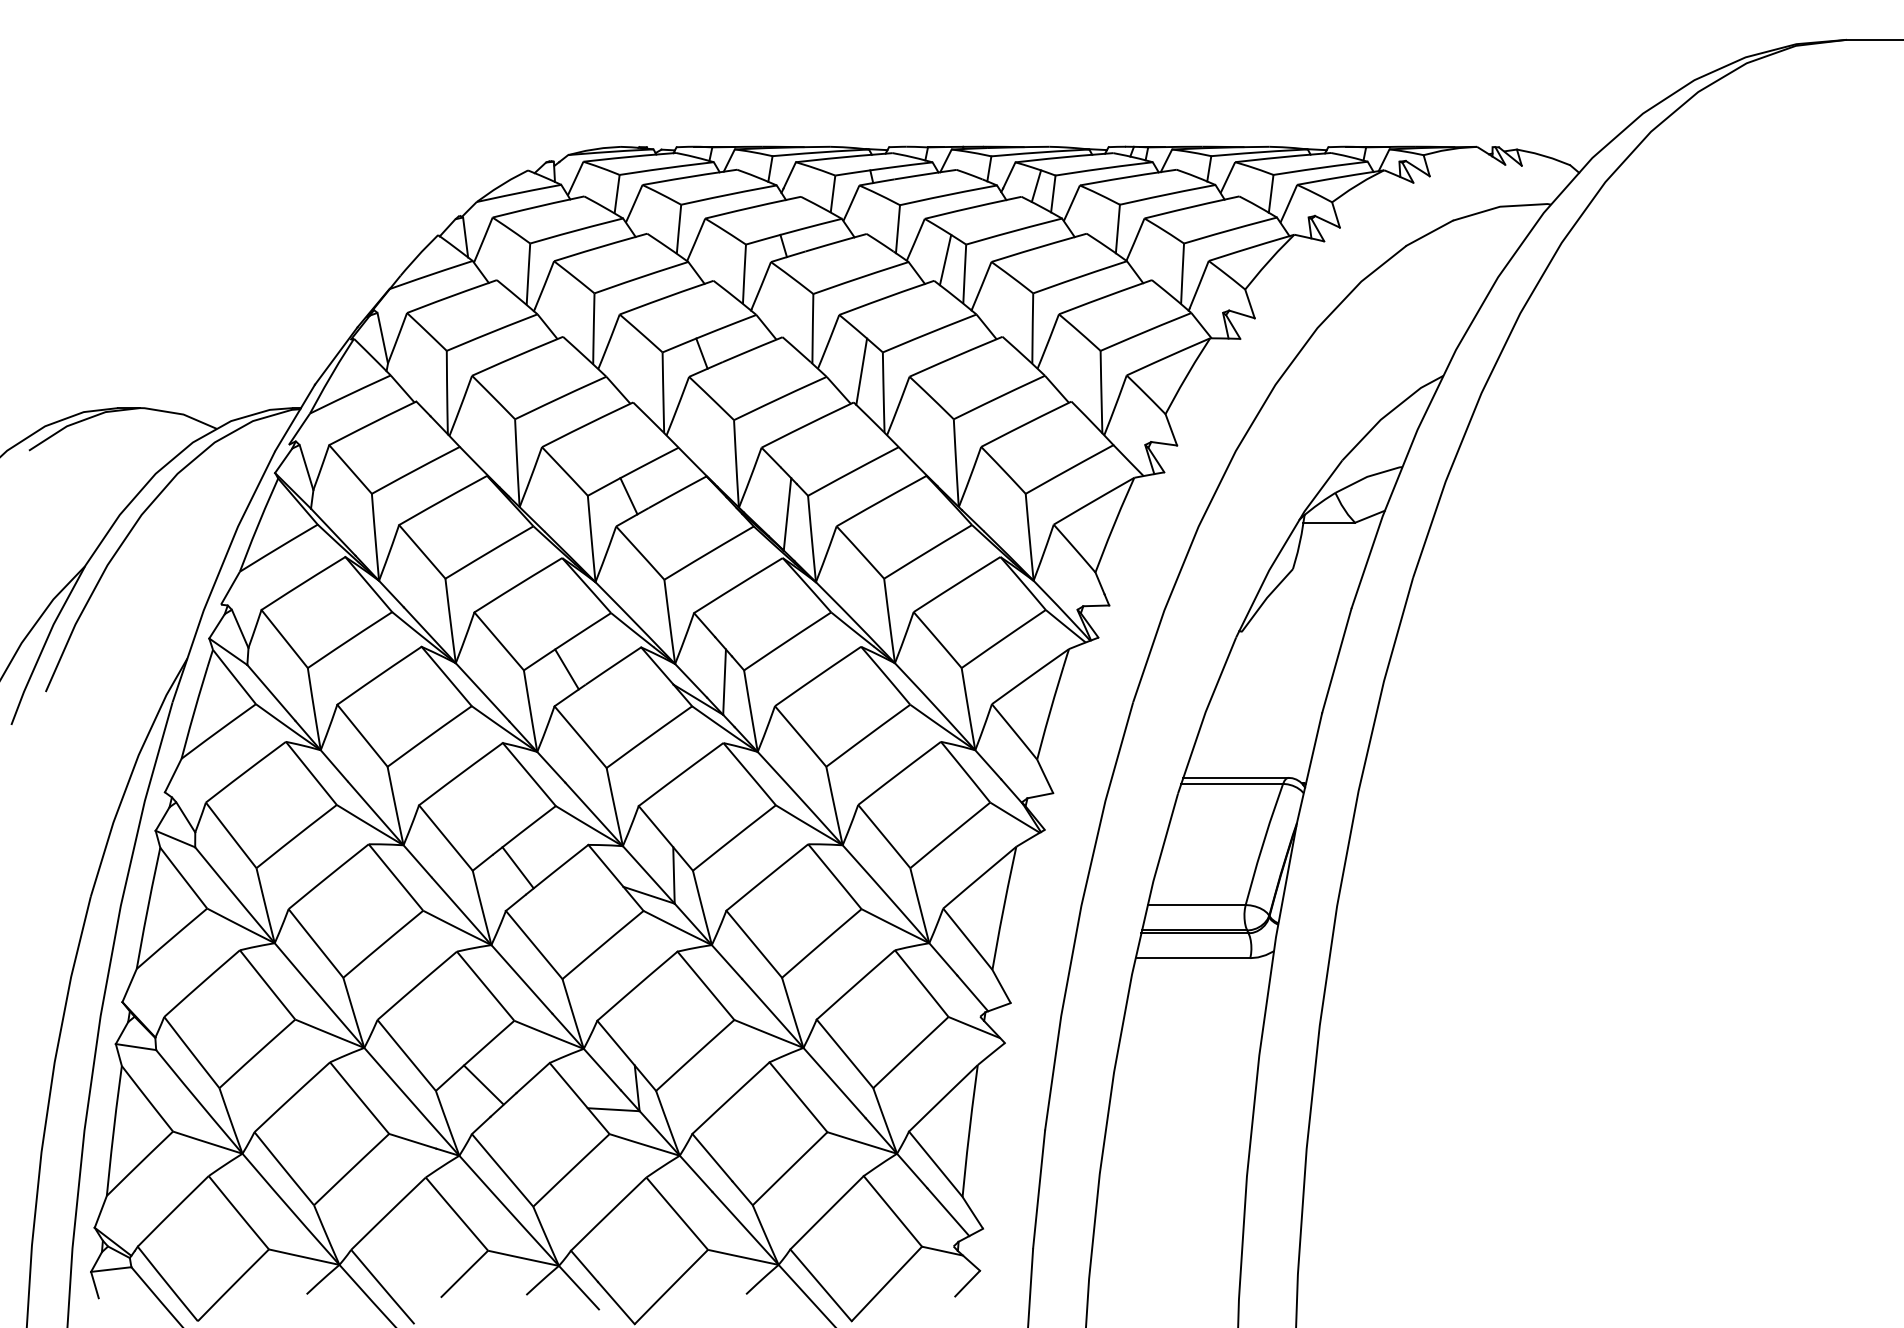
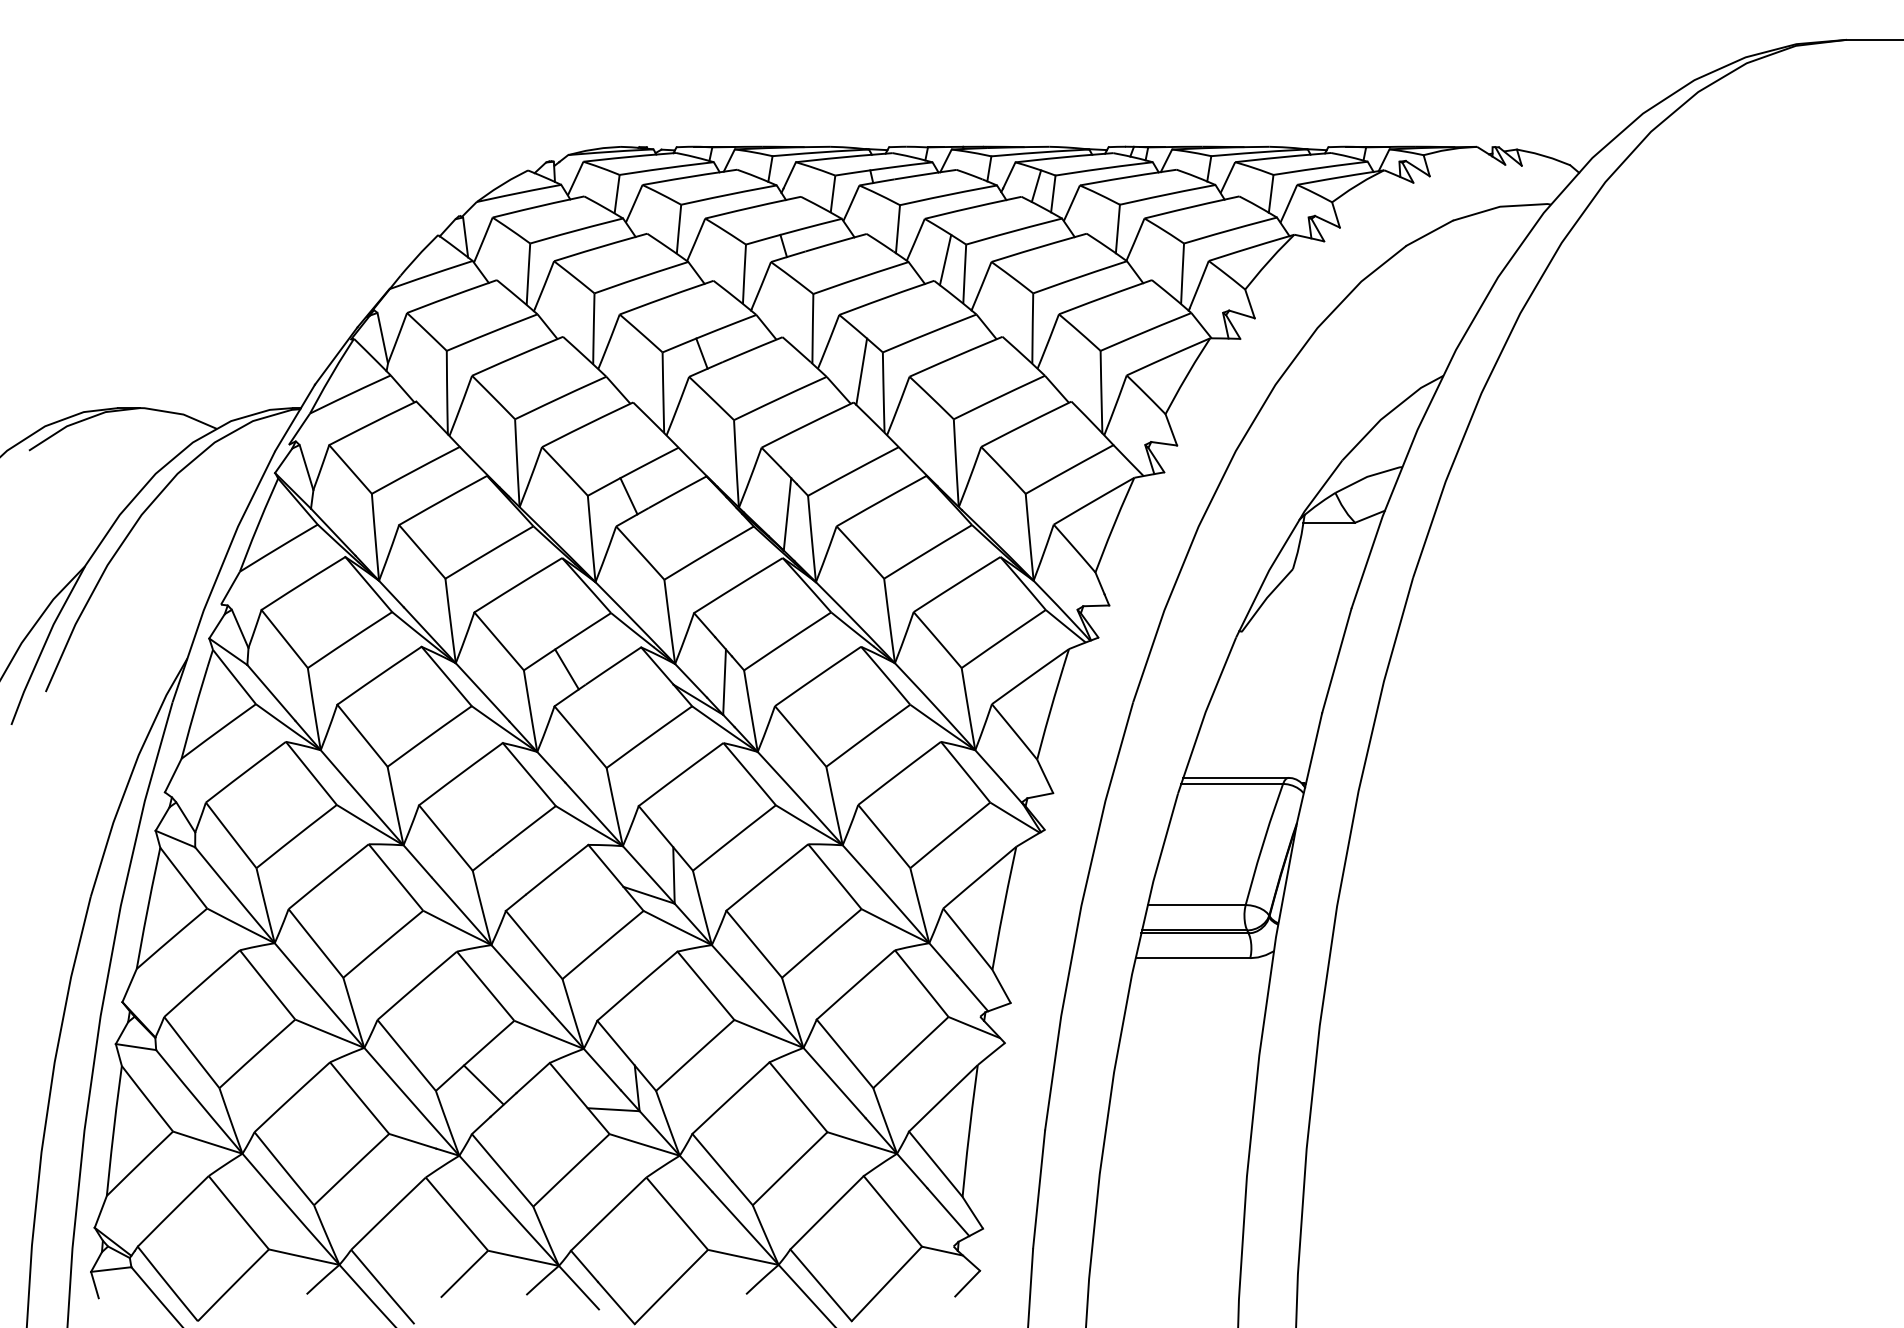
line at (517, 867): present -> none
